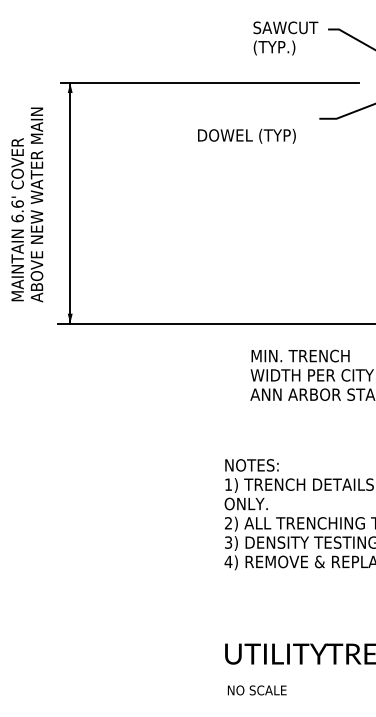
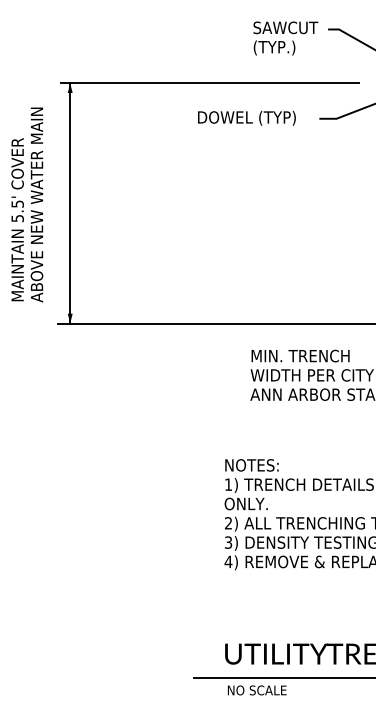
text at (246, 135) position: (246, 135) -> (246, 117)
text at (17, 211): 6.6' -> 5.5'
line at (283, 678): none -> present
